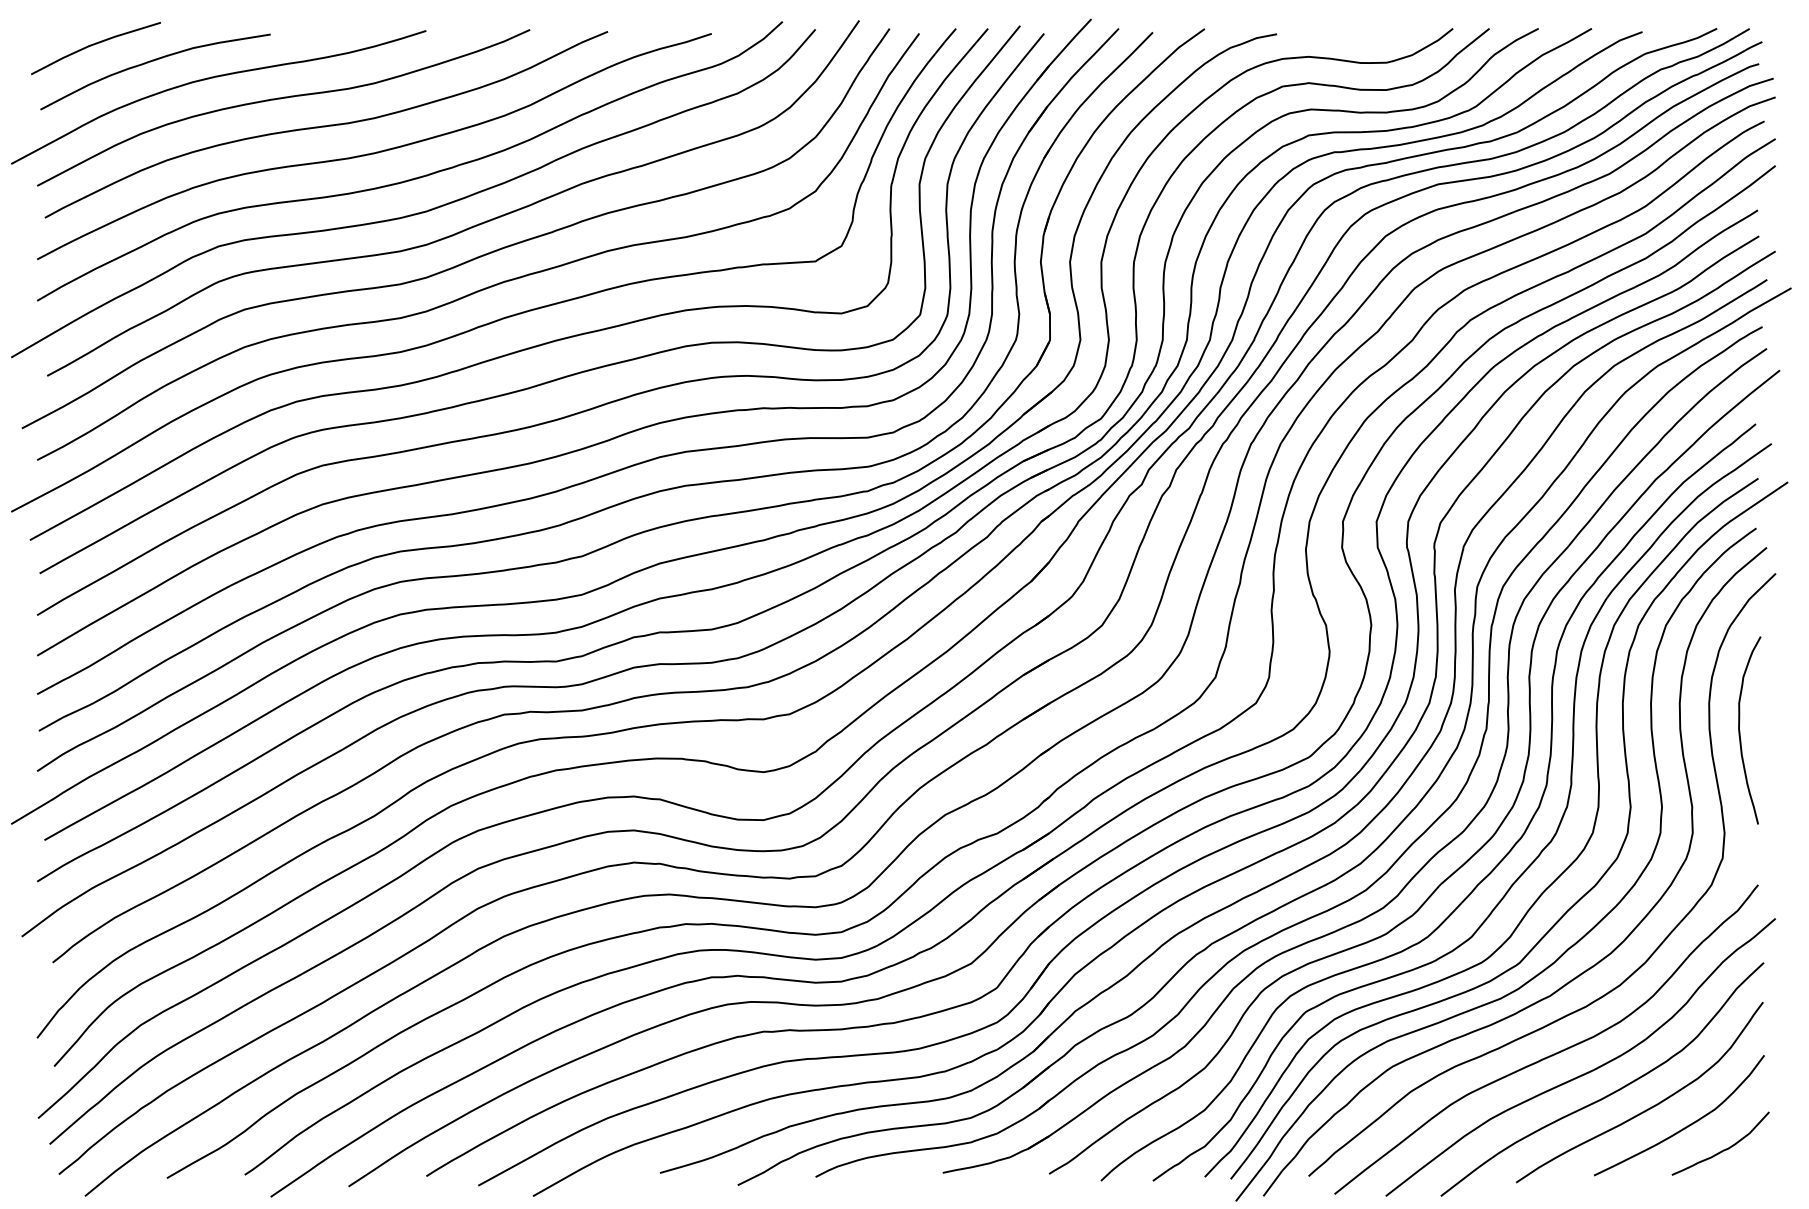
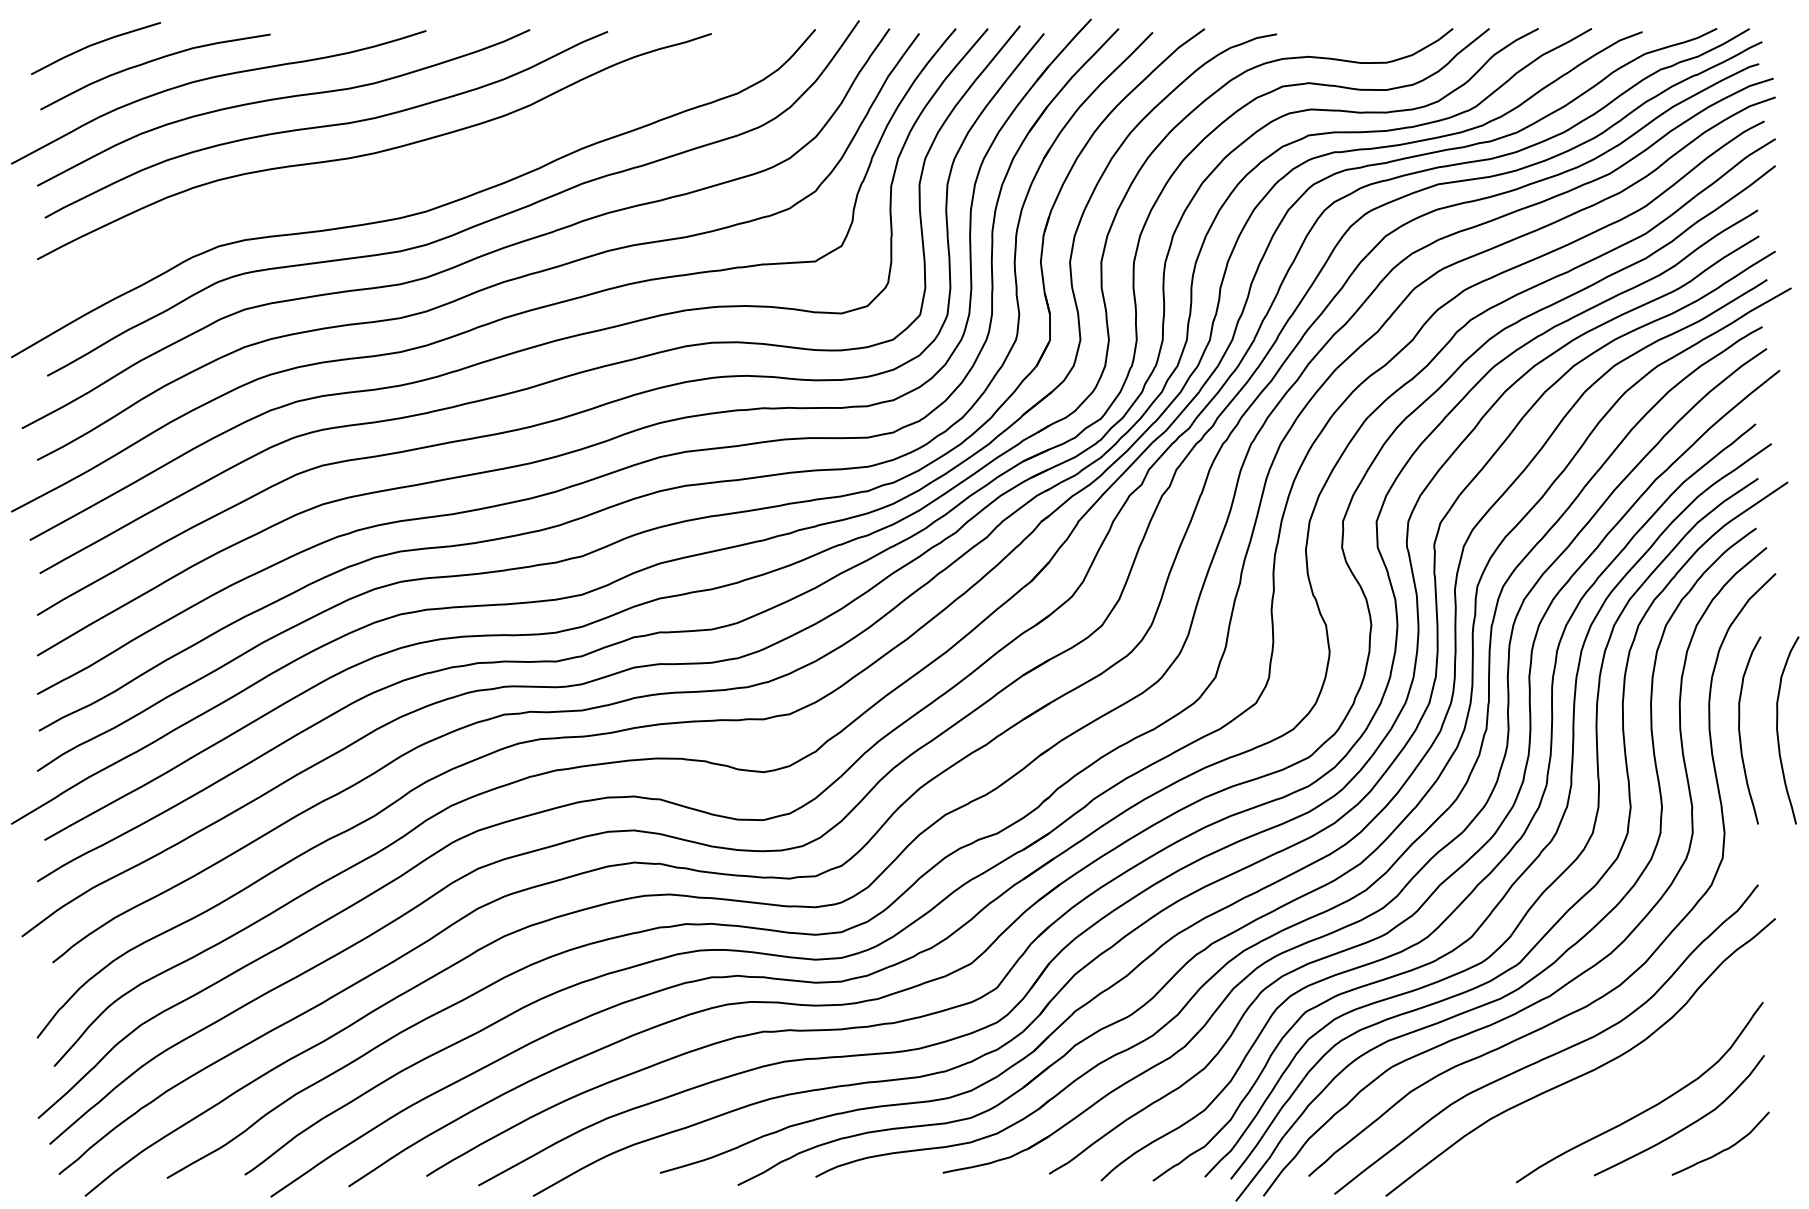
curve at (415, 177): present -> none
curve at (1778, 730): none -> present
curve at (1610, 1093): present -> none
